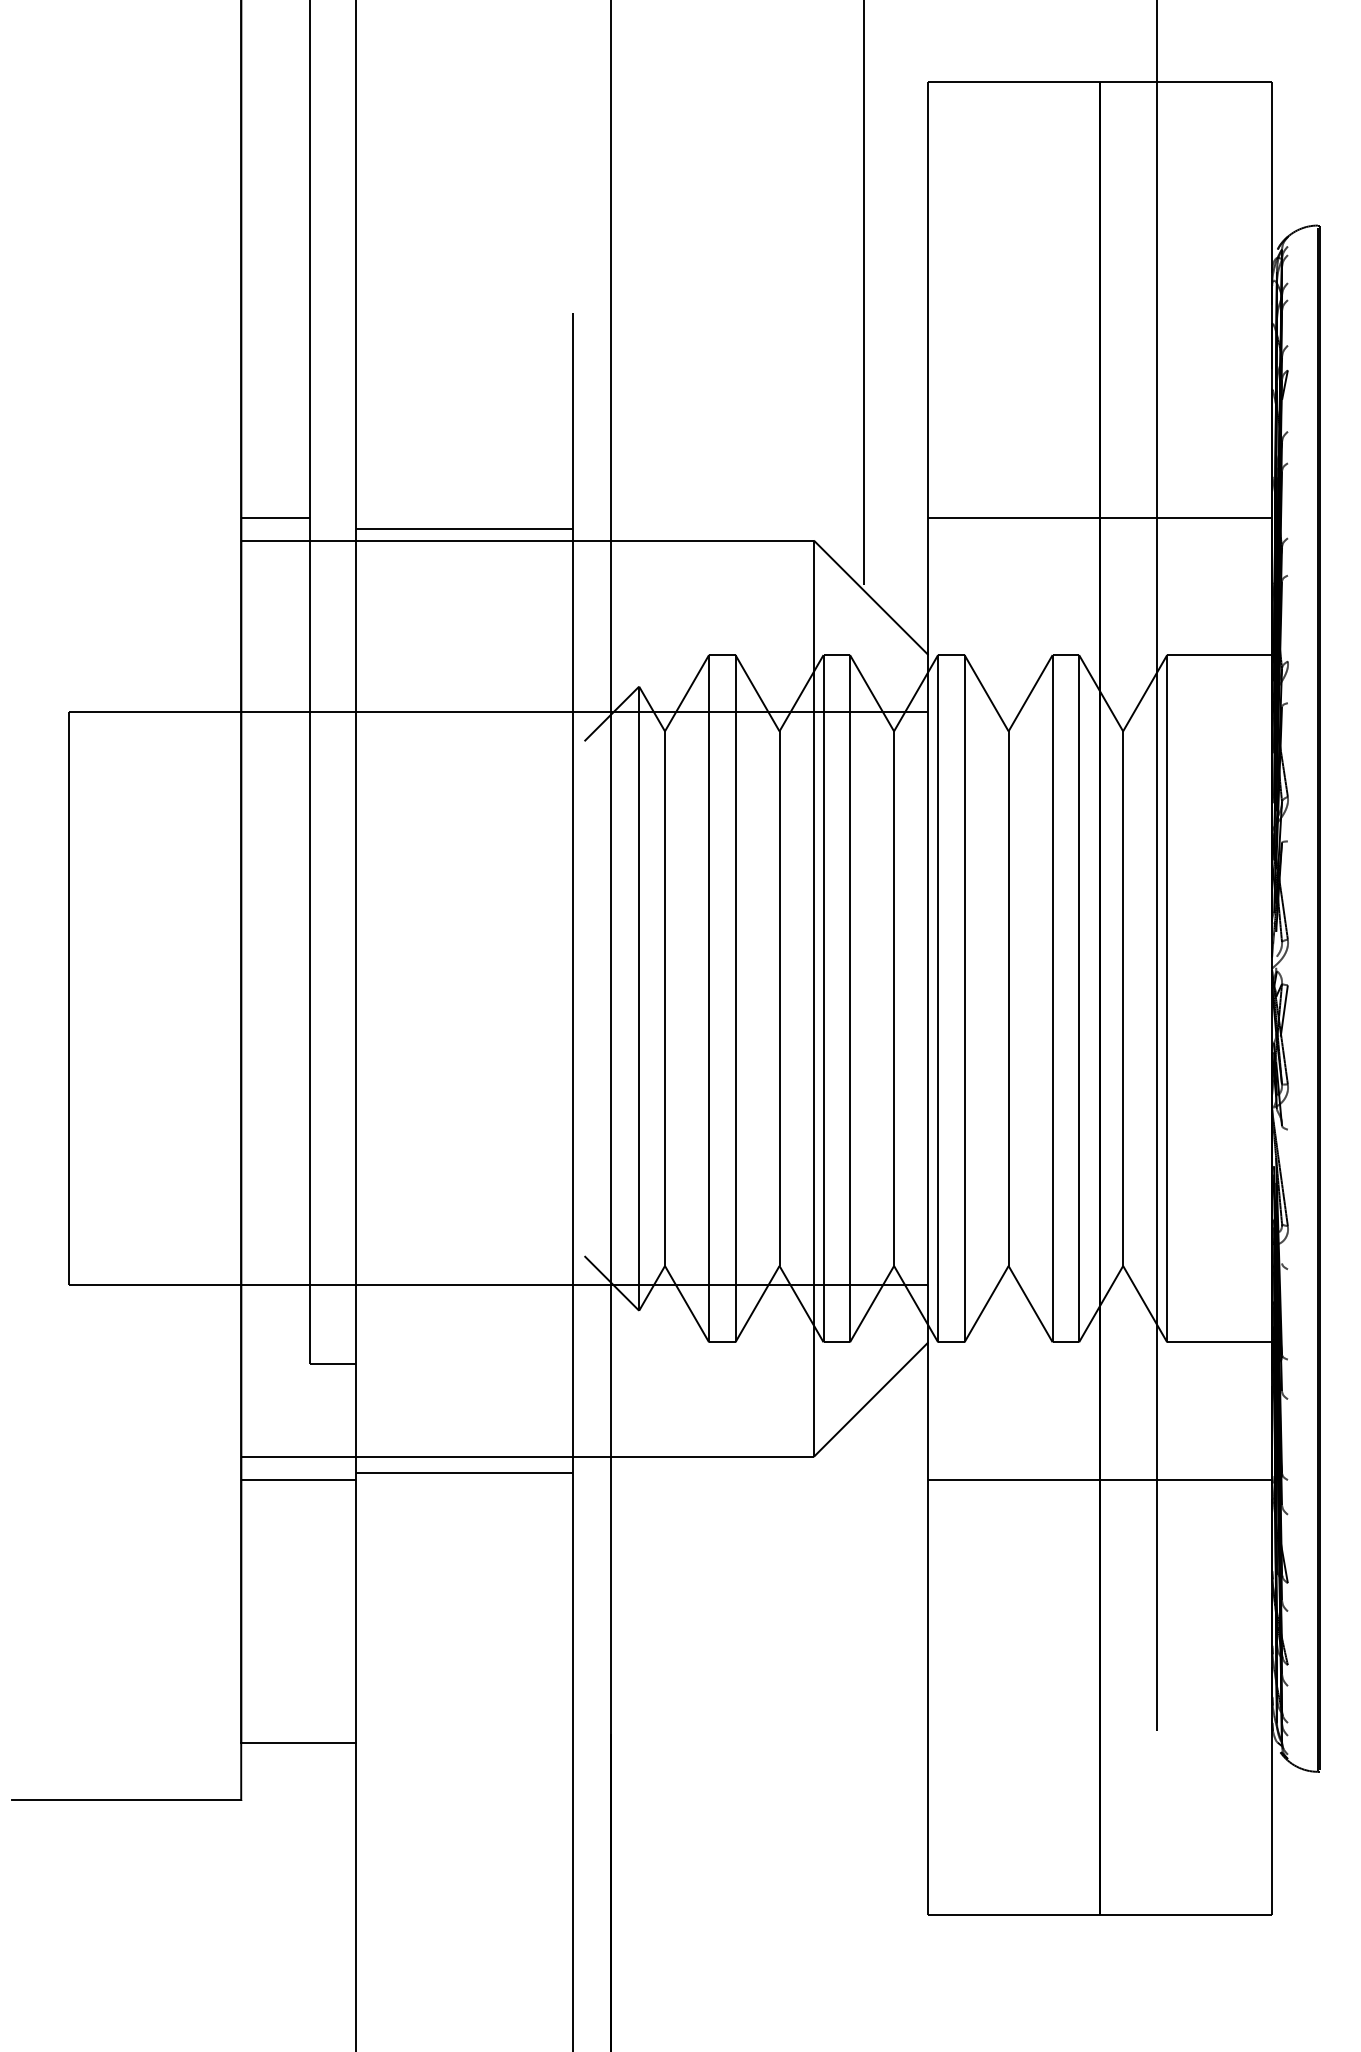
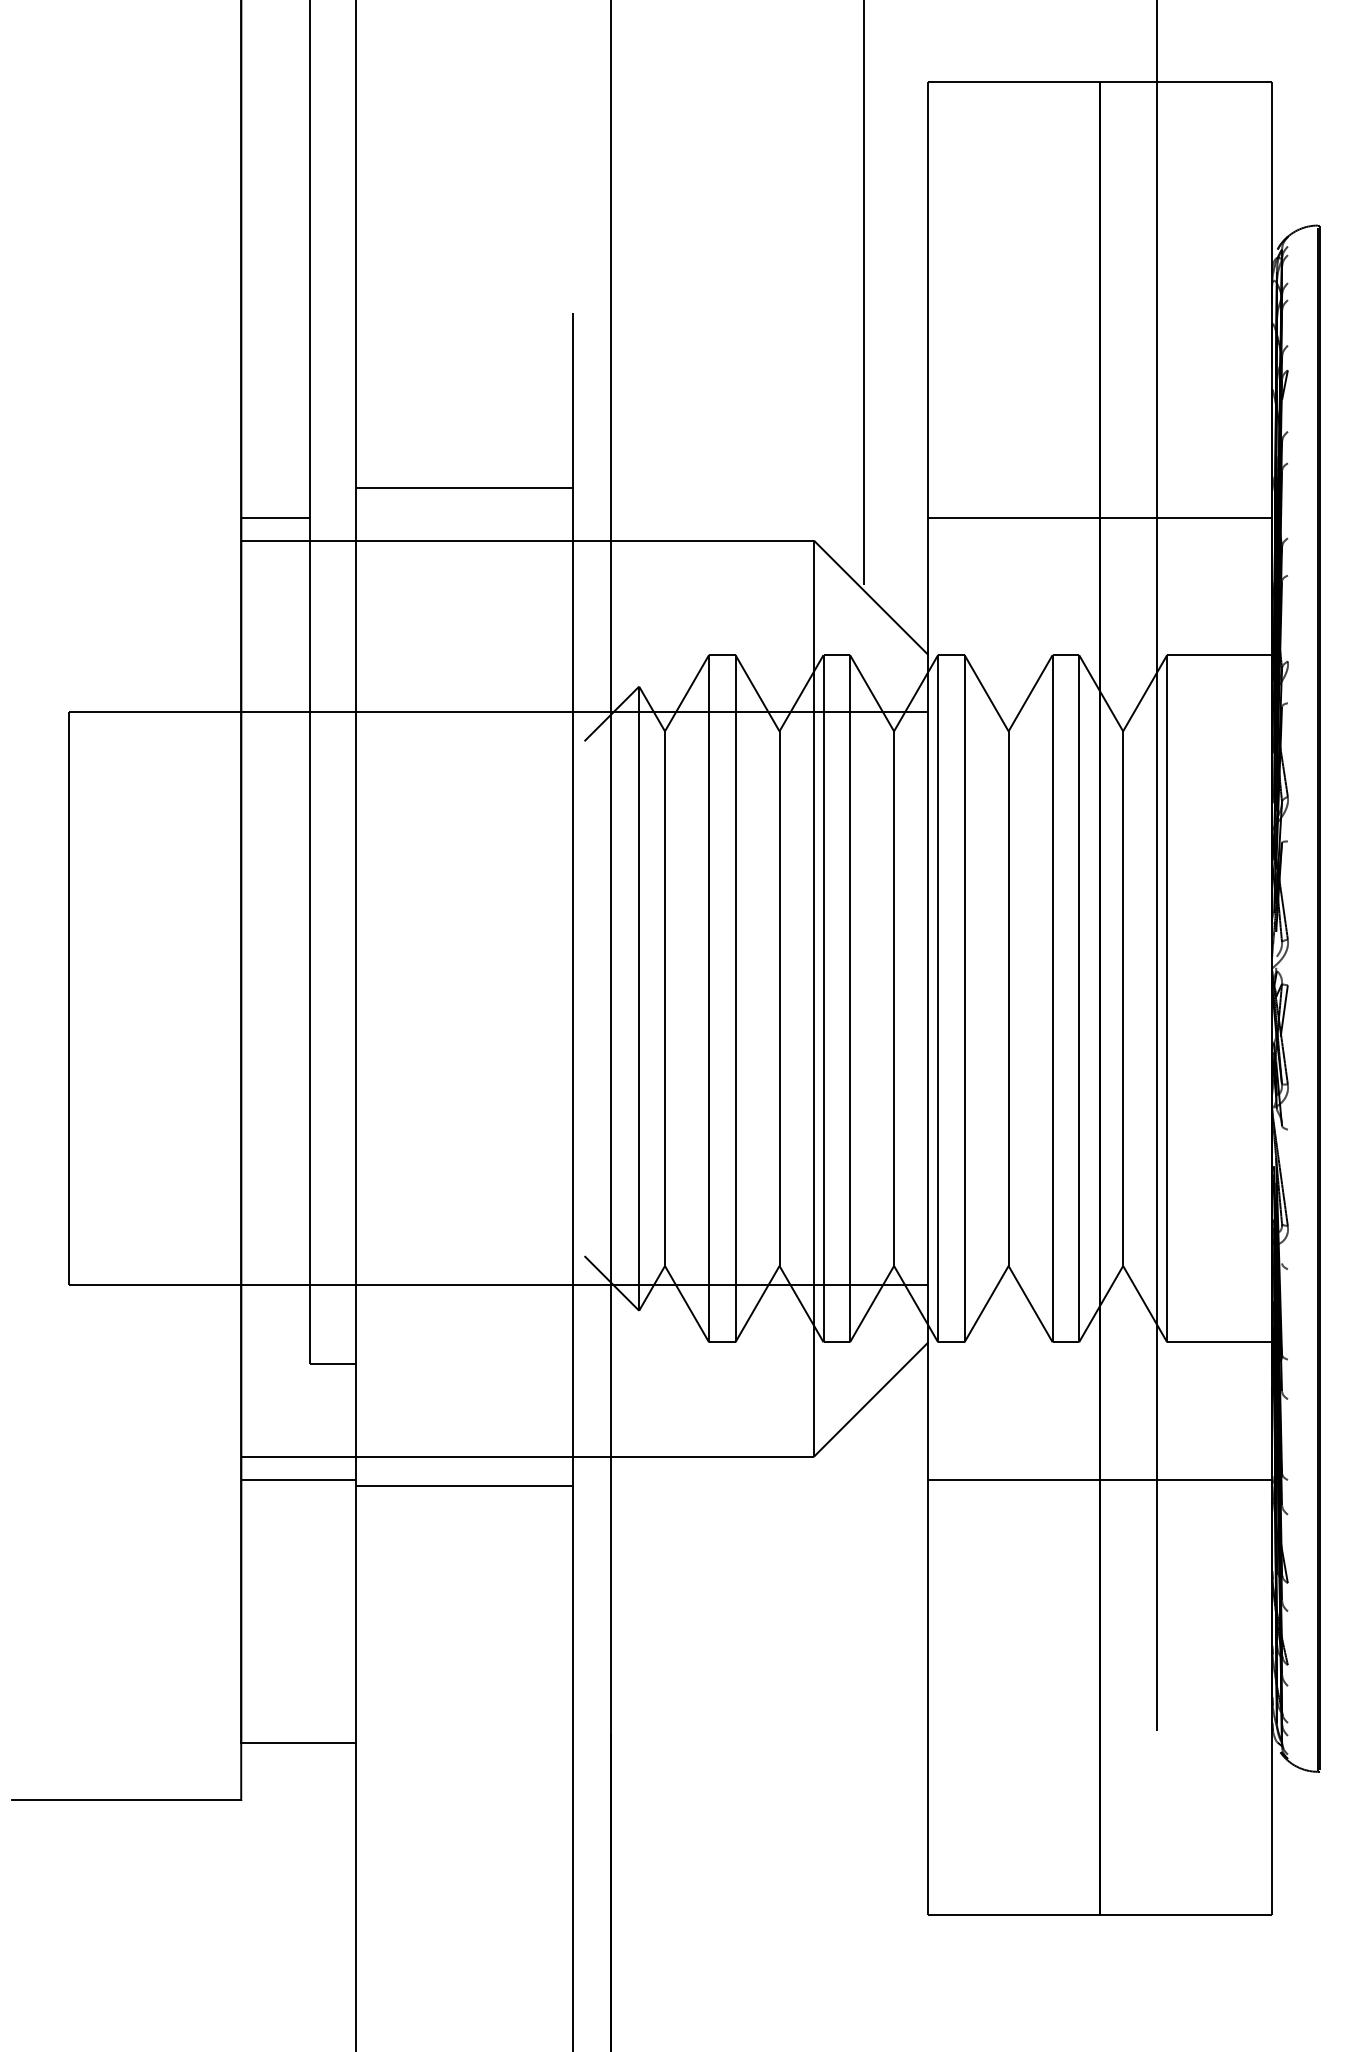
line at (464, 528) position: (464, 528) -> (464, 487)
line at (464, 1472) position: (464, 1472) -> (464, 1485)
